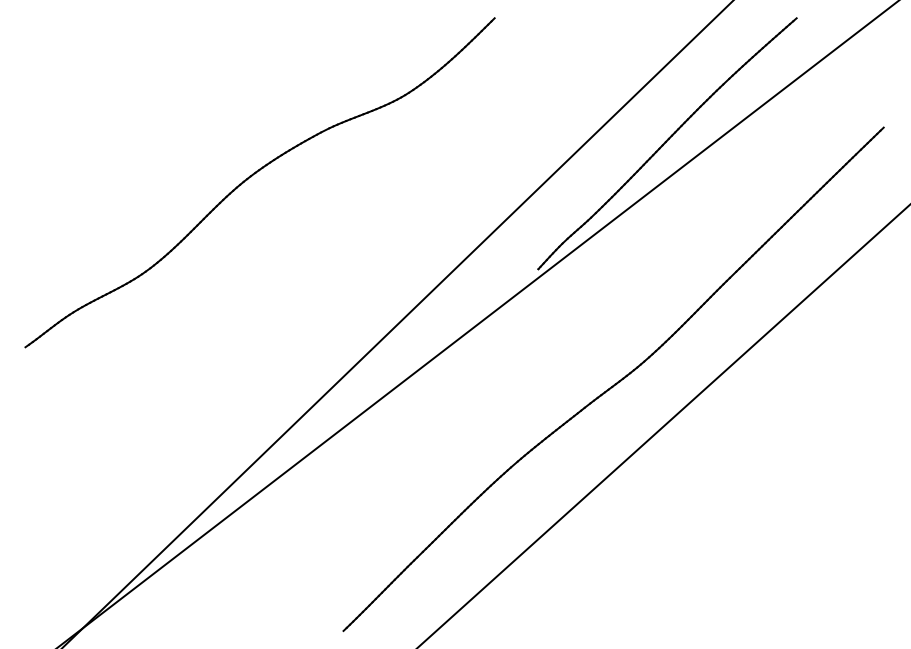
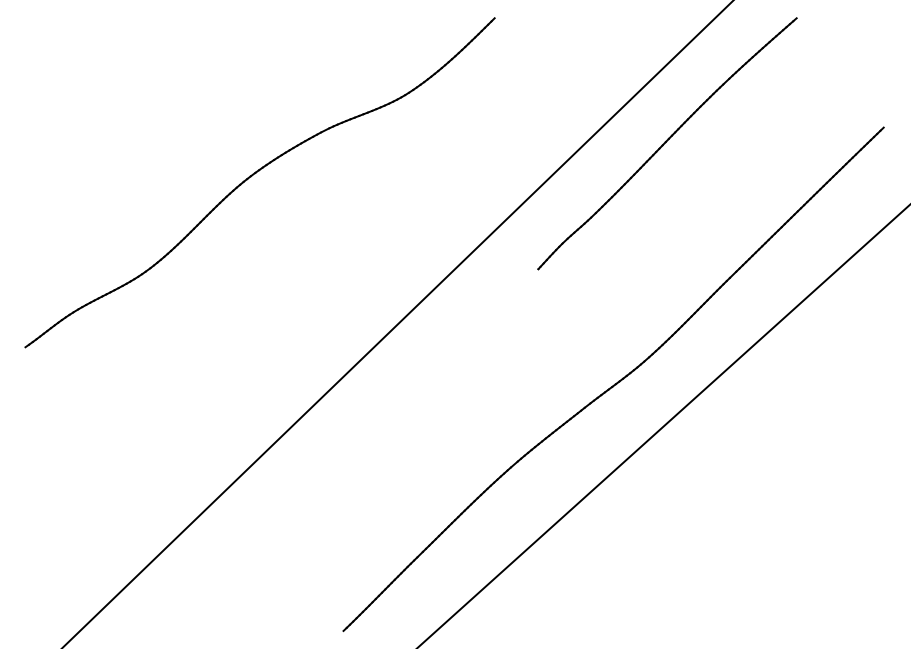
line at (478, 323): present -> none
